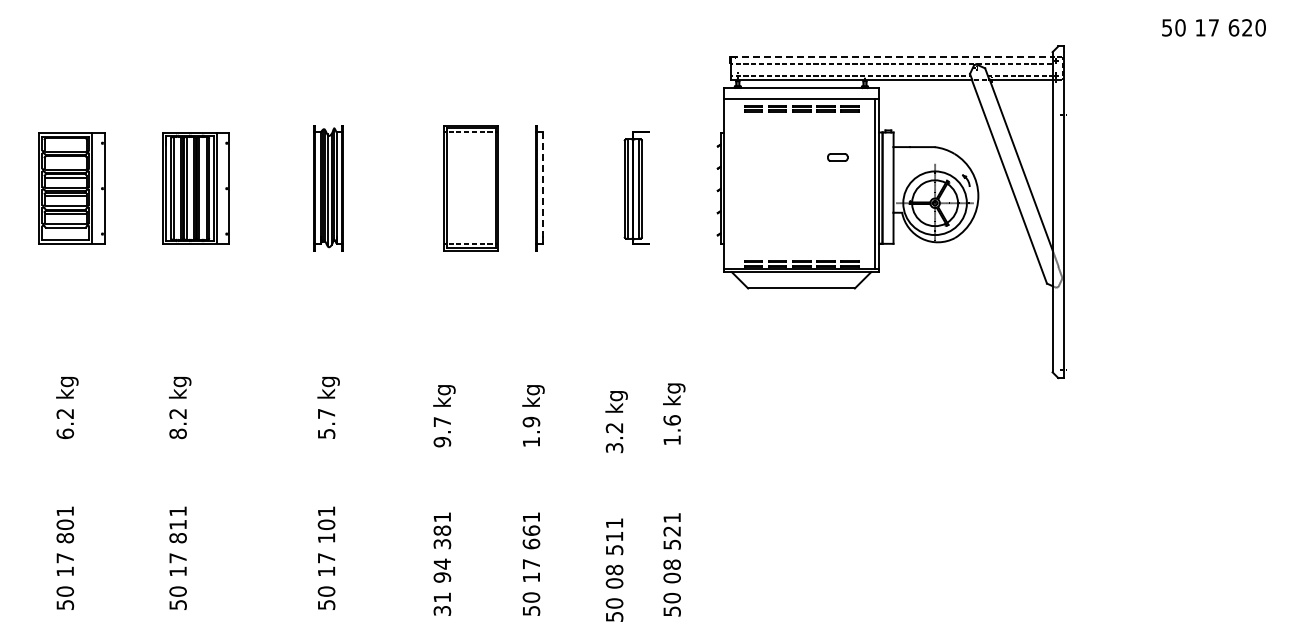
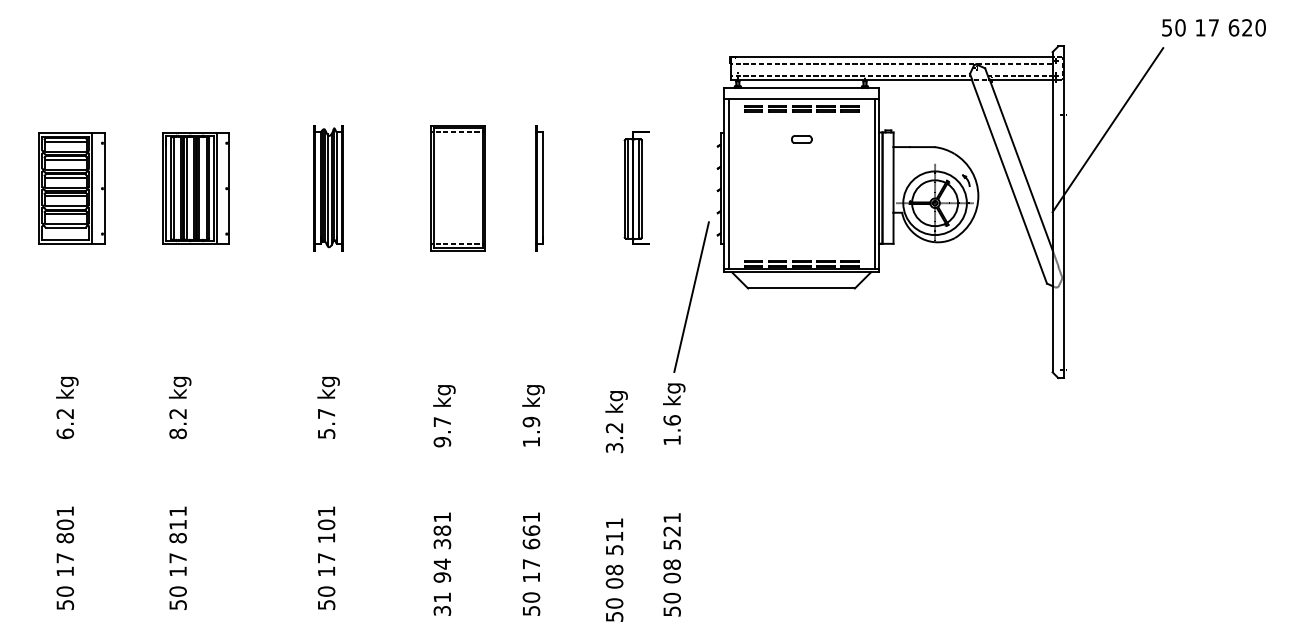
line at (891, 56): dashed -> solid
line at (1107, 130): none -> present
line at (65, 141): none -> present
part at (837, 157) position: (837, 157) -> (801, 139)
line at (65, 159): none -> present
line at (728, 183): none -> present
part at (470, 188) position: (470, 188) -> (457, 188)
line at (542, 188): dashed -> solid
line at (691, 296): none -> present
